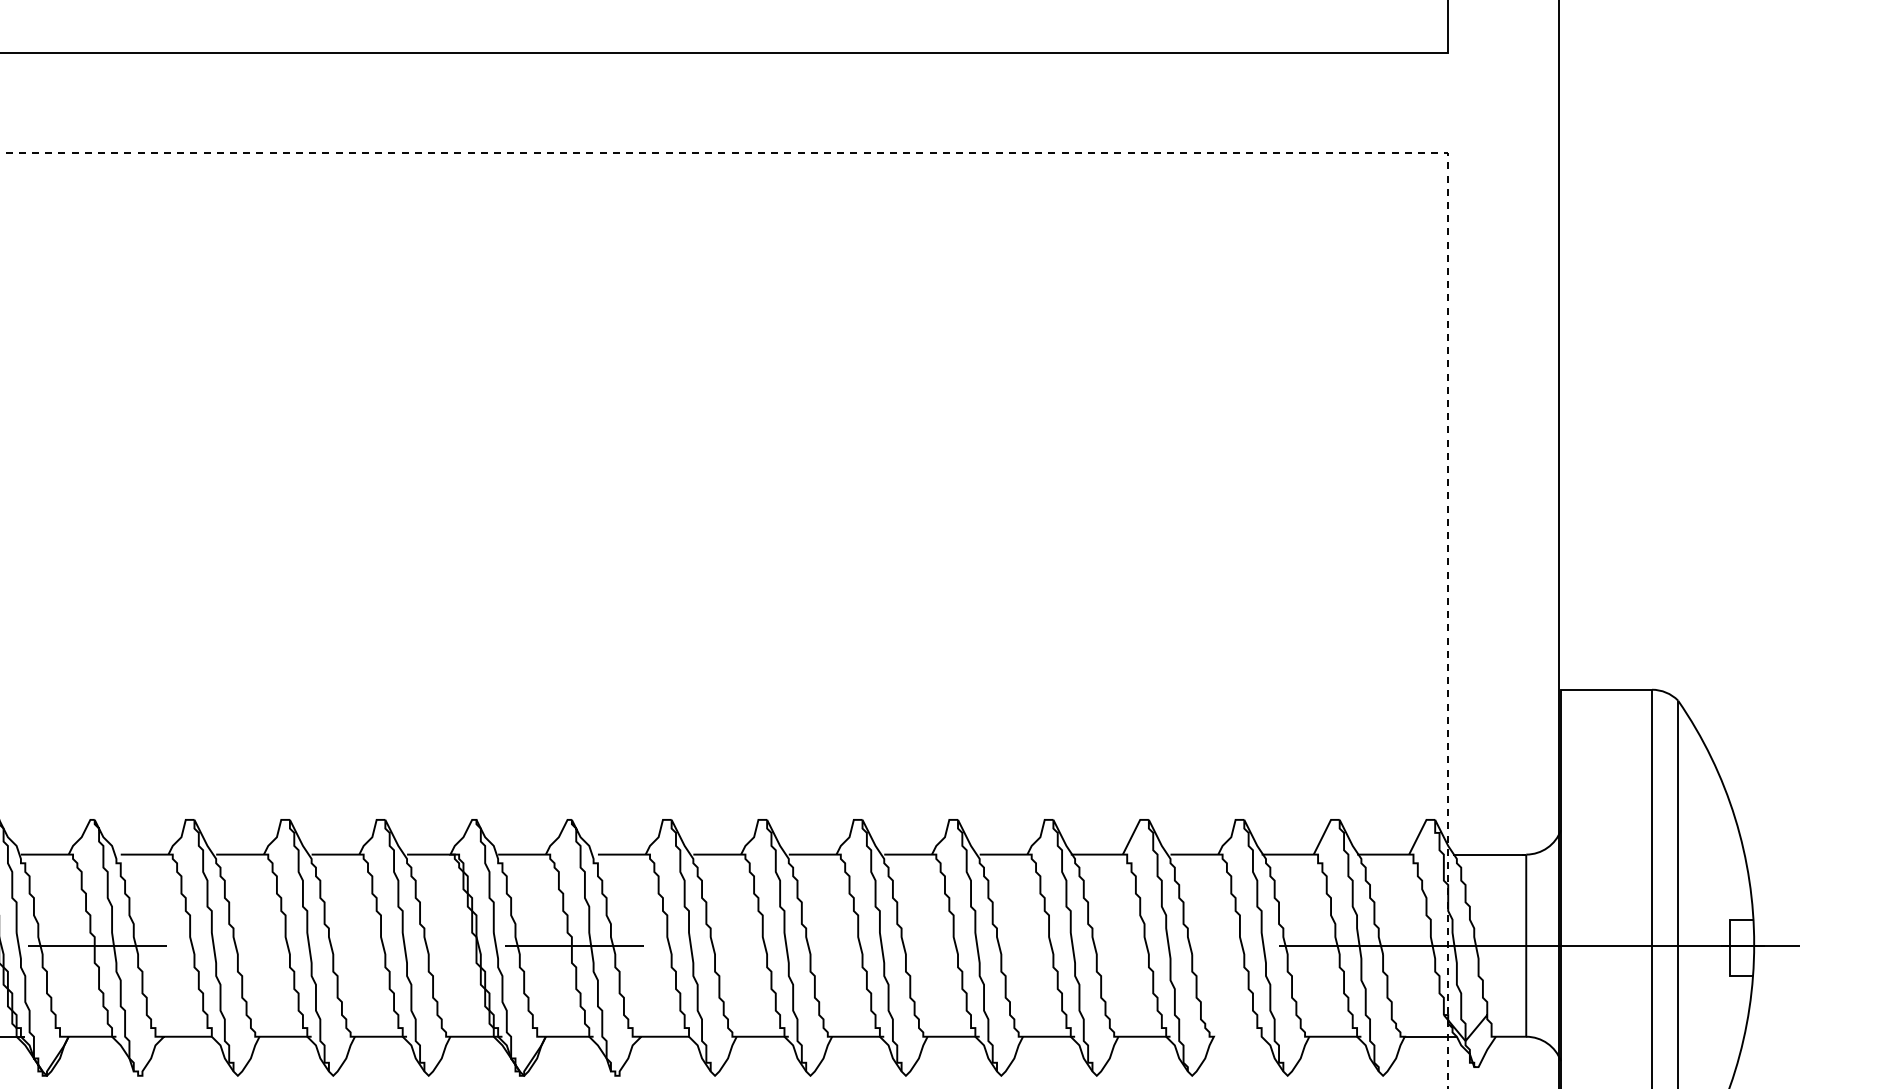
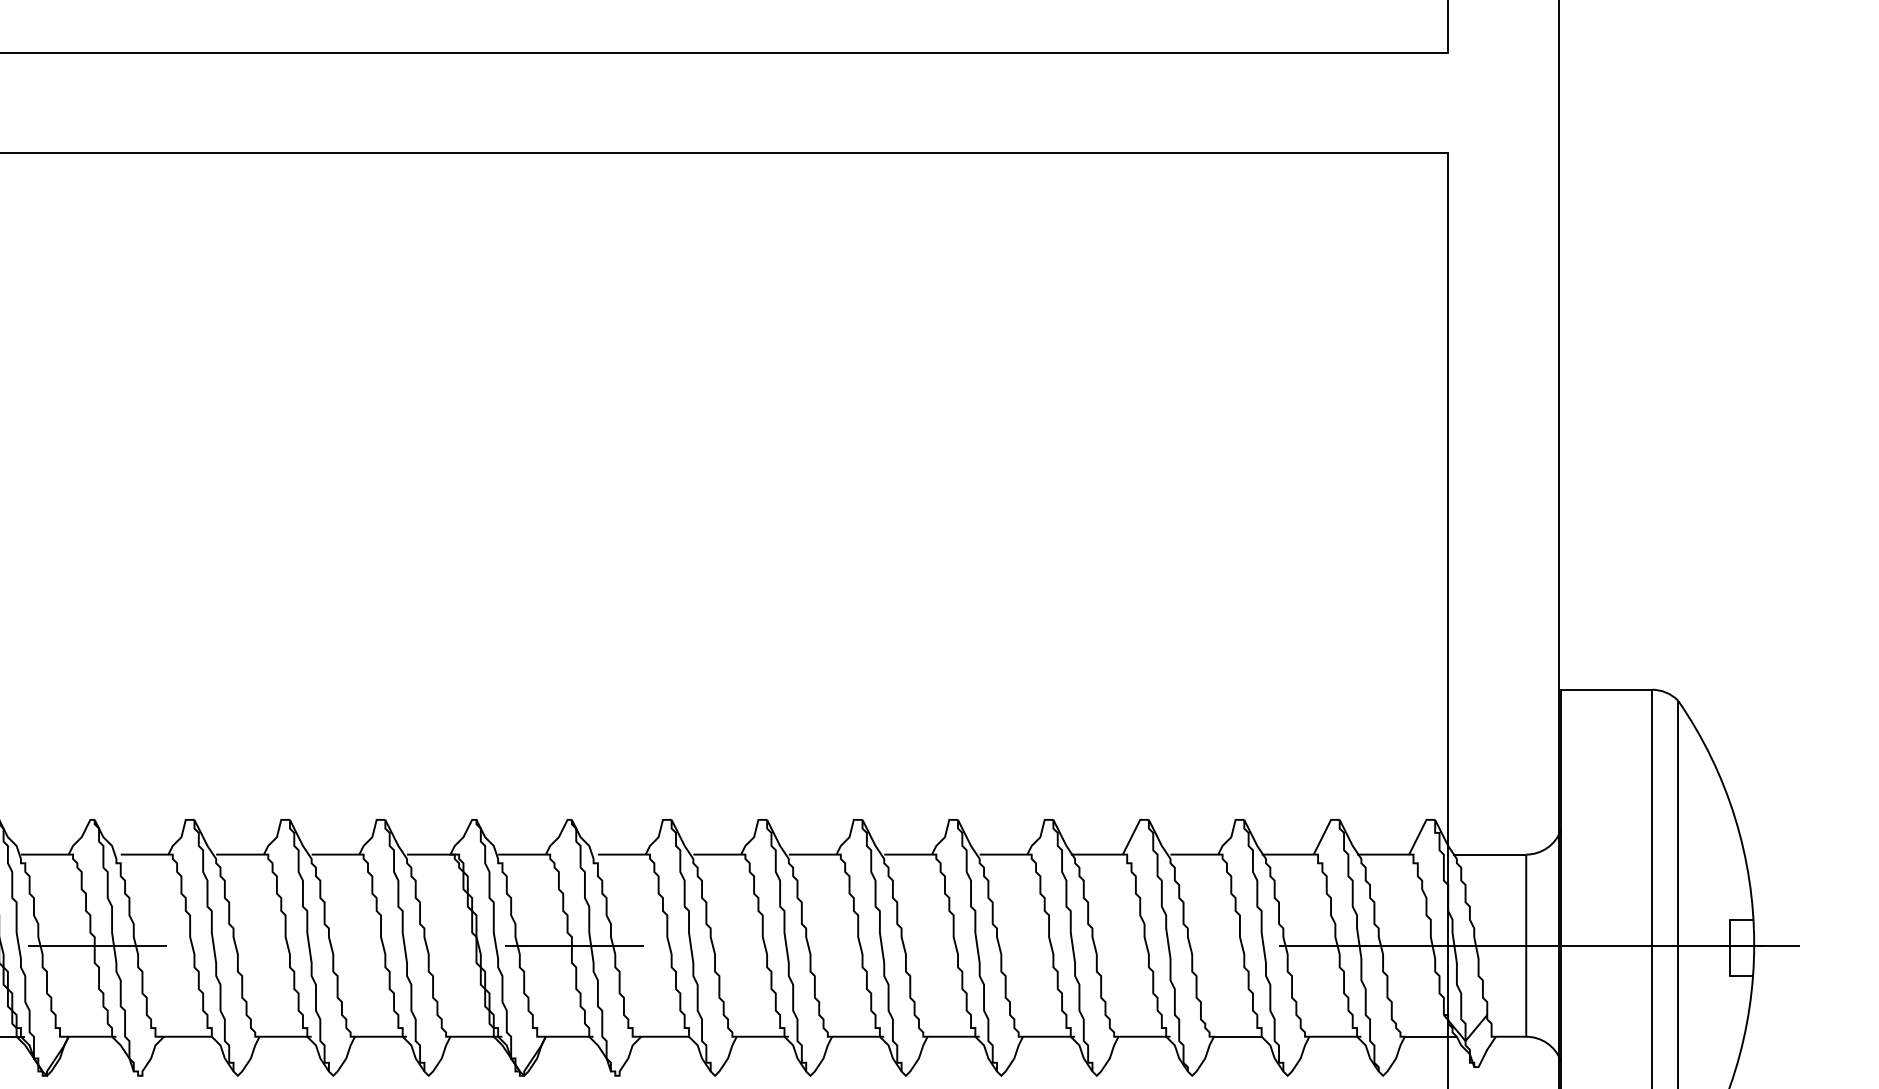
line at (1192, 152): dashed -> solid
line at (1237, 1036): none -> present
